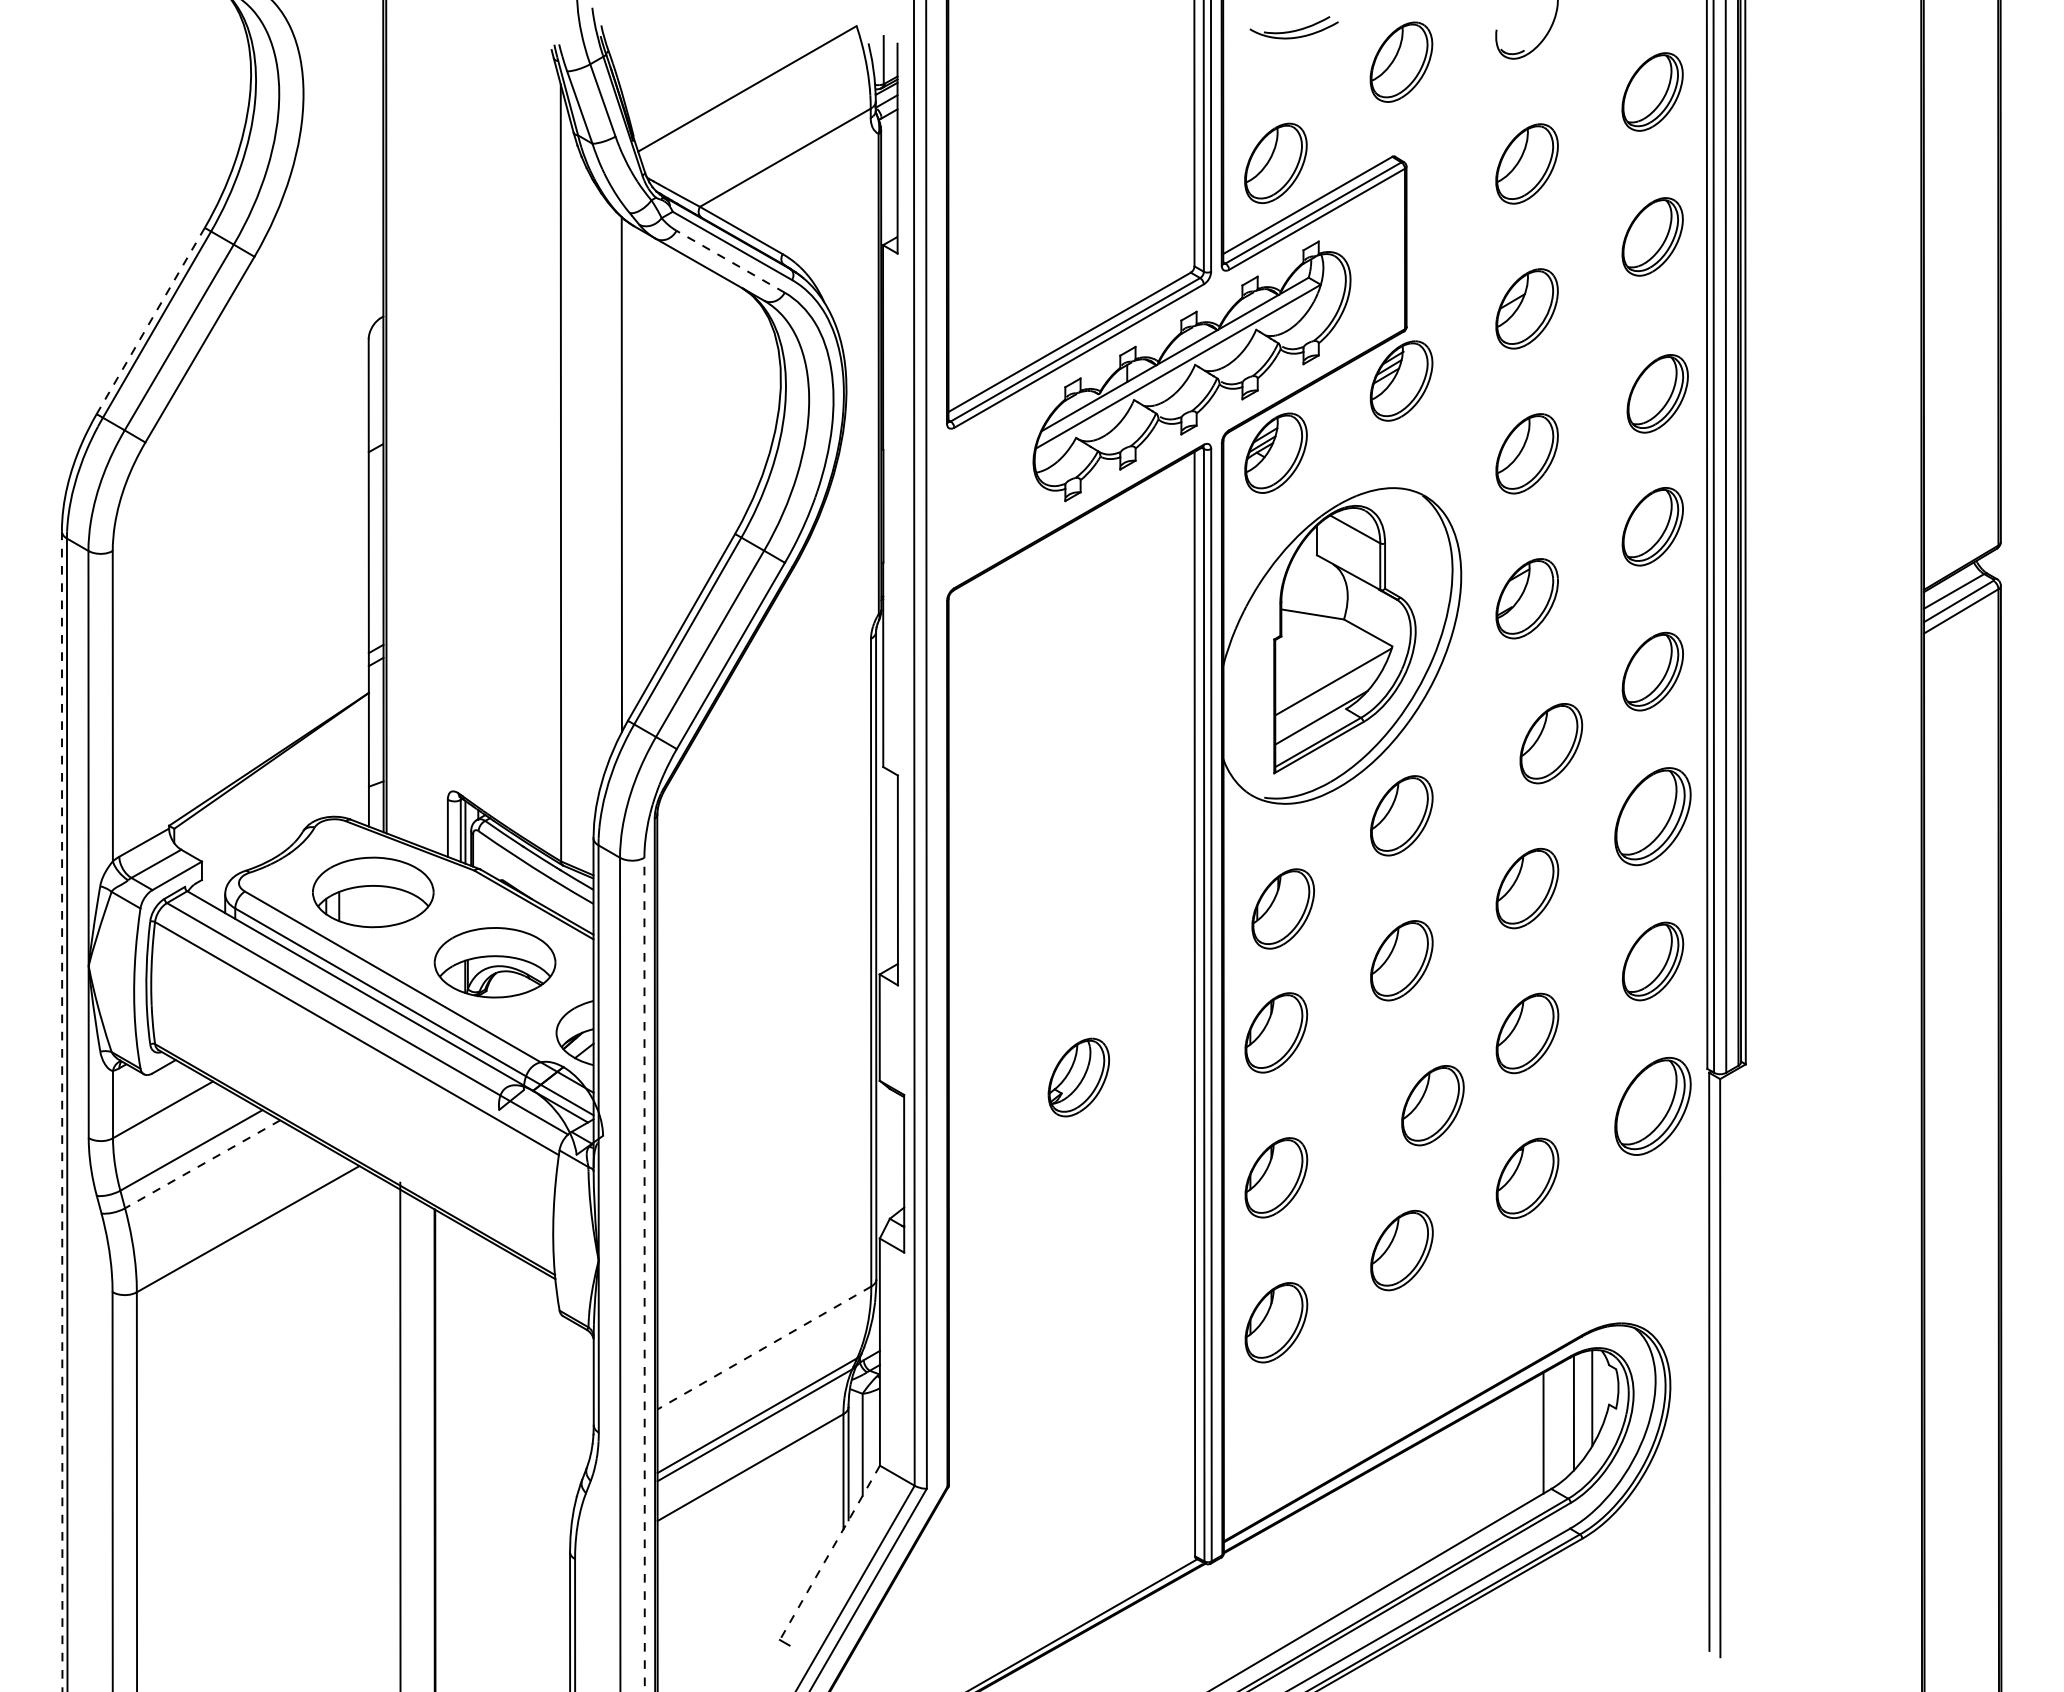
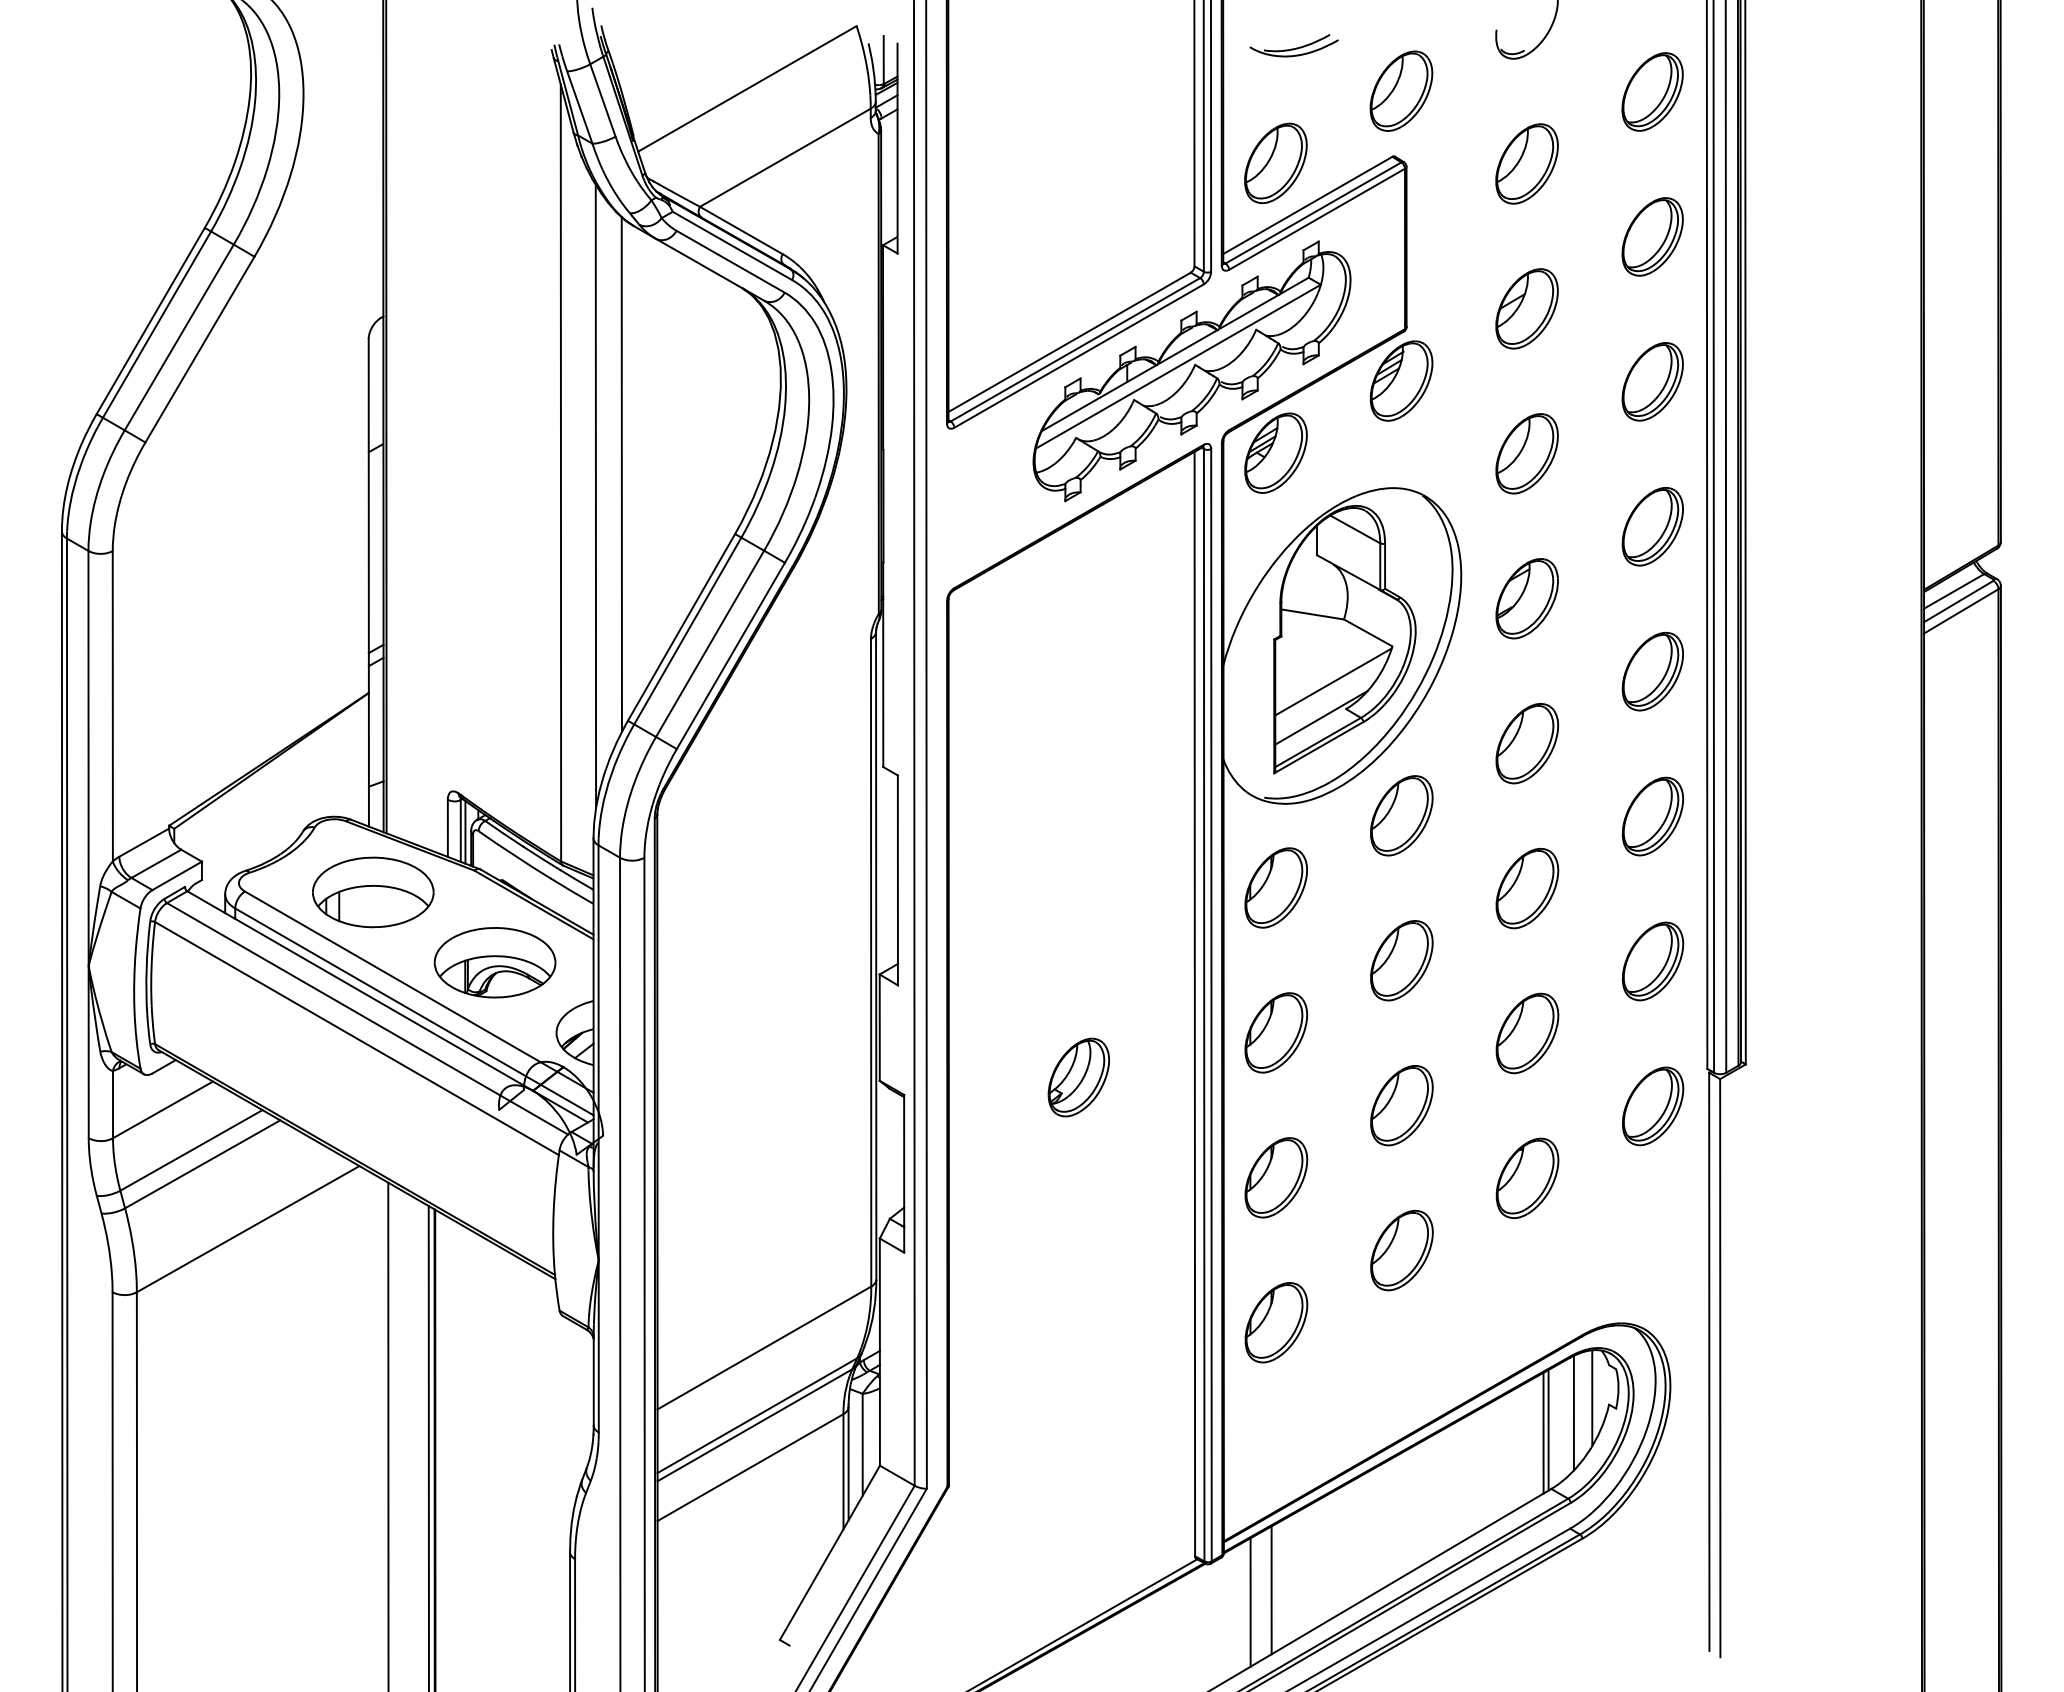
part at (1293, 27) position: (1293, 27) -> (1293, 45)
part at (1401, 61) position: (1401, 61) -> (1401, 90)
line at (730, 261): dashed -> solid
line at (150, 321): dashed -> solid
part at (1657, 393) position: (1657, 393) -> (1652, 381)
line at (595, 496): none -> present
part at (1551, 743) position: (1551, 743) -> (1527, 743)
part at (1652, 816) size: 78x100 px -> 64x81 px
part at (1282, 908) position: (1282, 908) -> (1275, 887)
part at (1432, 1105) position: (1432, 1105) -> (1401, 1105)
part at (1652, 1106) size: 78x99 px -> 63x81 px
line at (62, 1111): dashed -> solid
line at (202, 1164): dashed -> solid
line at (644, 1274): dashed -> solid
line at (764, 1348): dashed -> solid
line at (1548, 1429): none -> present
line at (400, 1435) position: (400, 1435) -> (388, 1435)
line at (428, 1447): none -> present
line at (829, 1553): dashed -> solid
line at (1271, 1590): none -> present
line at (1250, 1602): none -> present
